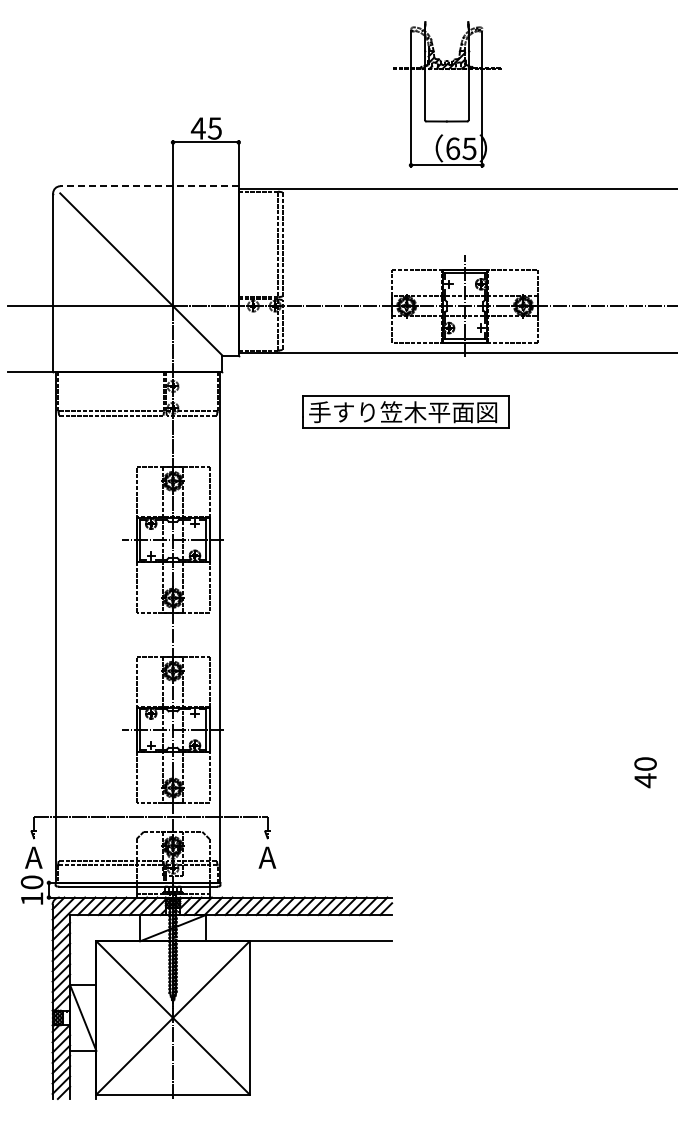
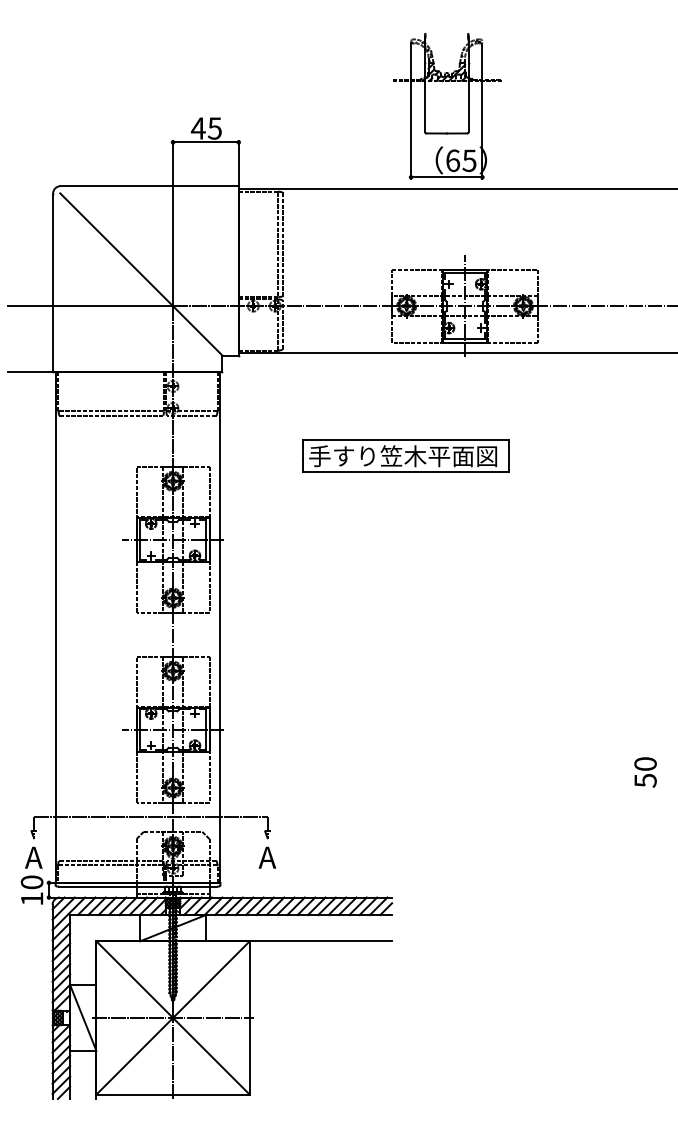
part at (447, 94) position: (447, 94) -> (447, 106)
line at (149, 186): dashed -> solid
part at (405, 411) position: (405, 411) -> (405, 455)
text at (645, 780): 40 -> 50
line at (173, 1017): none -> present
